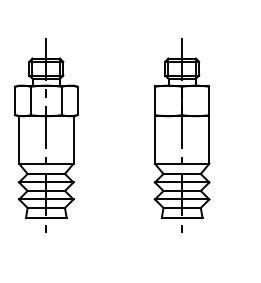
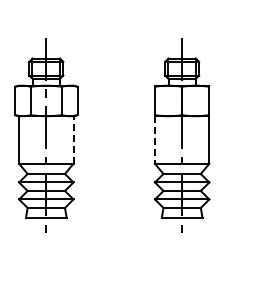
line at (73, 140): solid -> dashed
line at (155, 140): solid -> dashed
